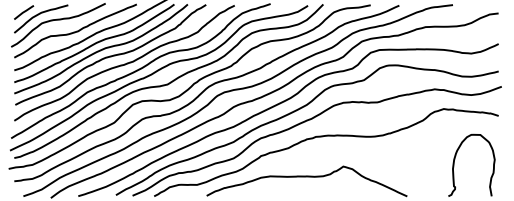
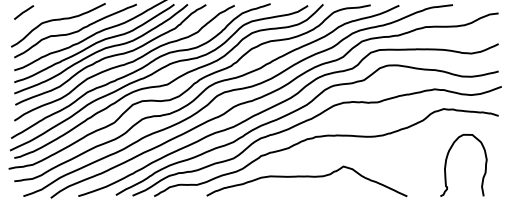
curve at (40, 14): present -> none
curve at (455, 159) position: (455, 159) -> (447, 159)
